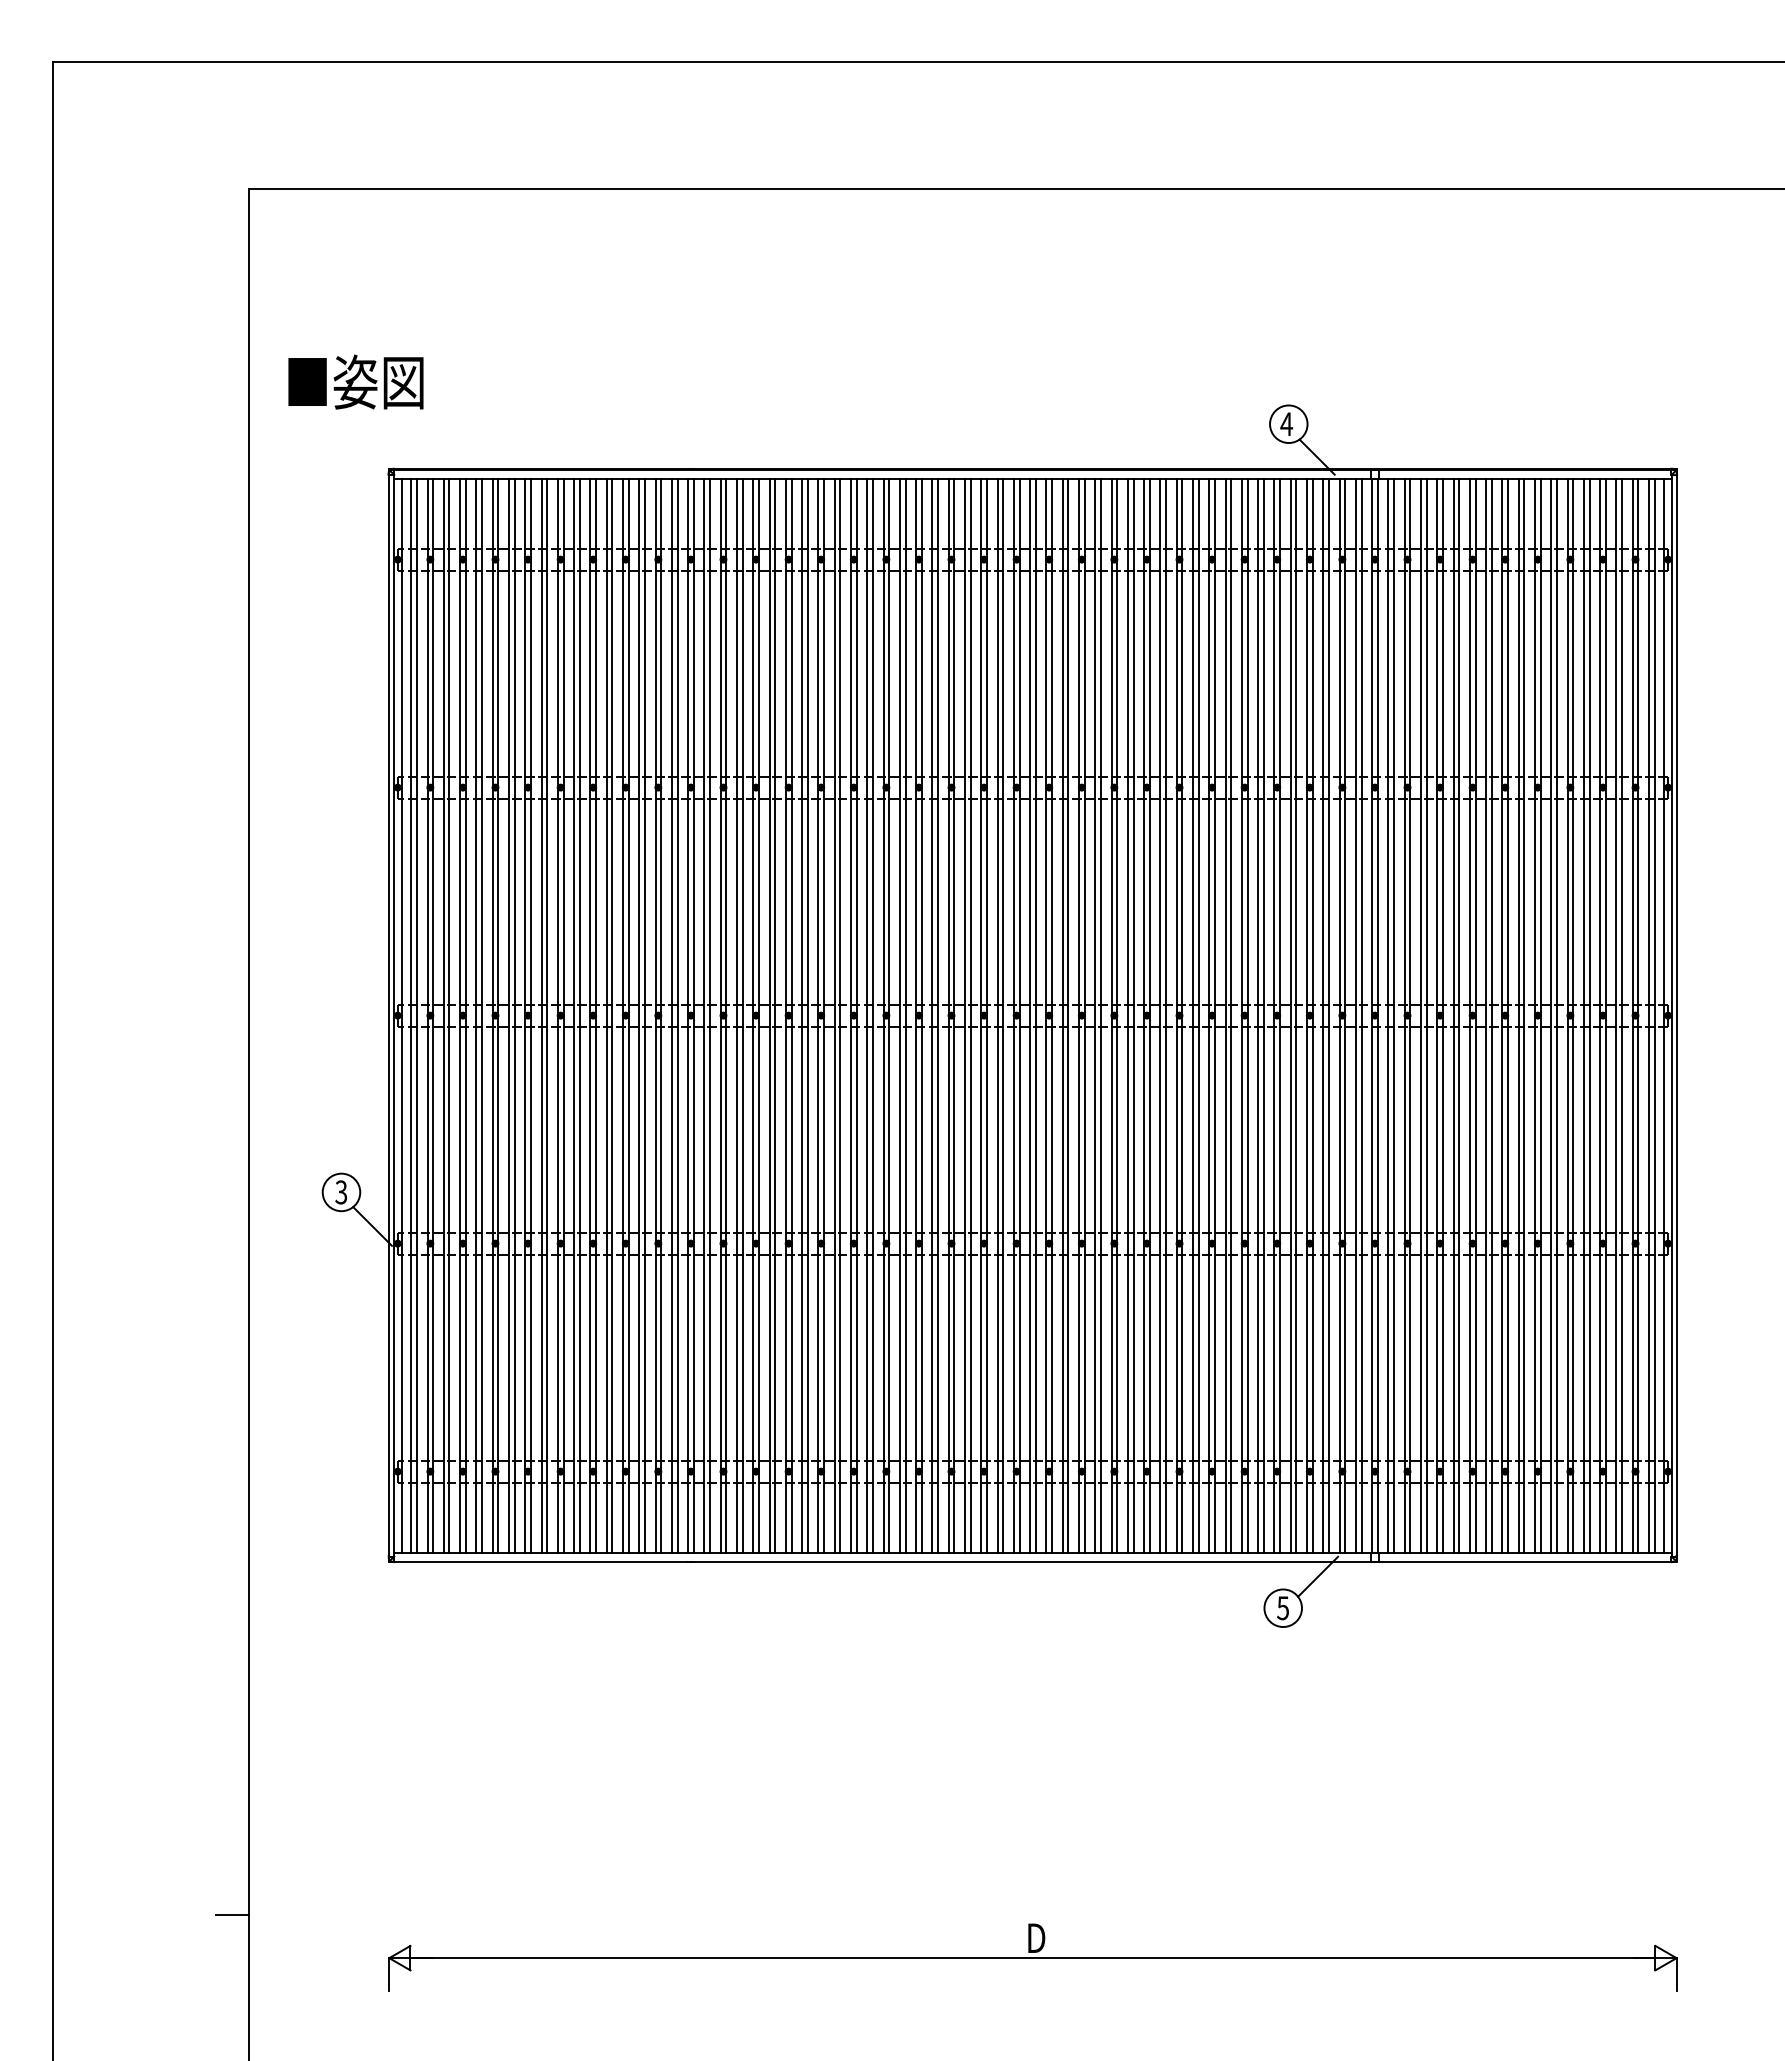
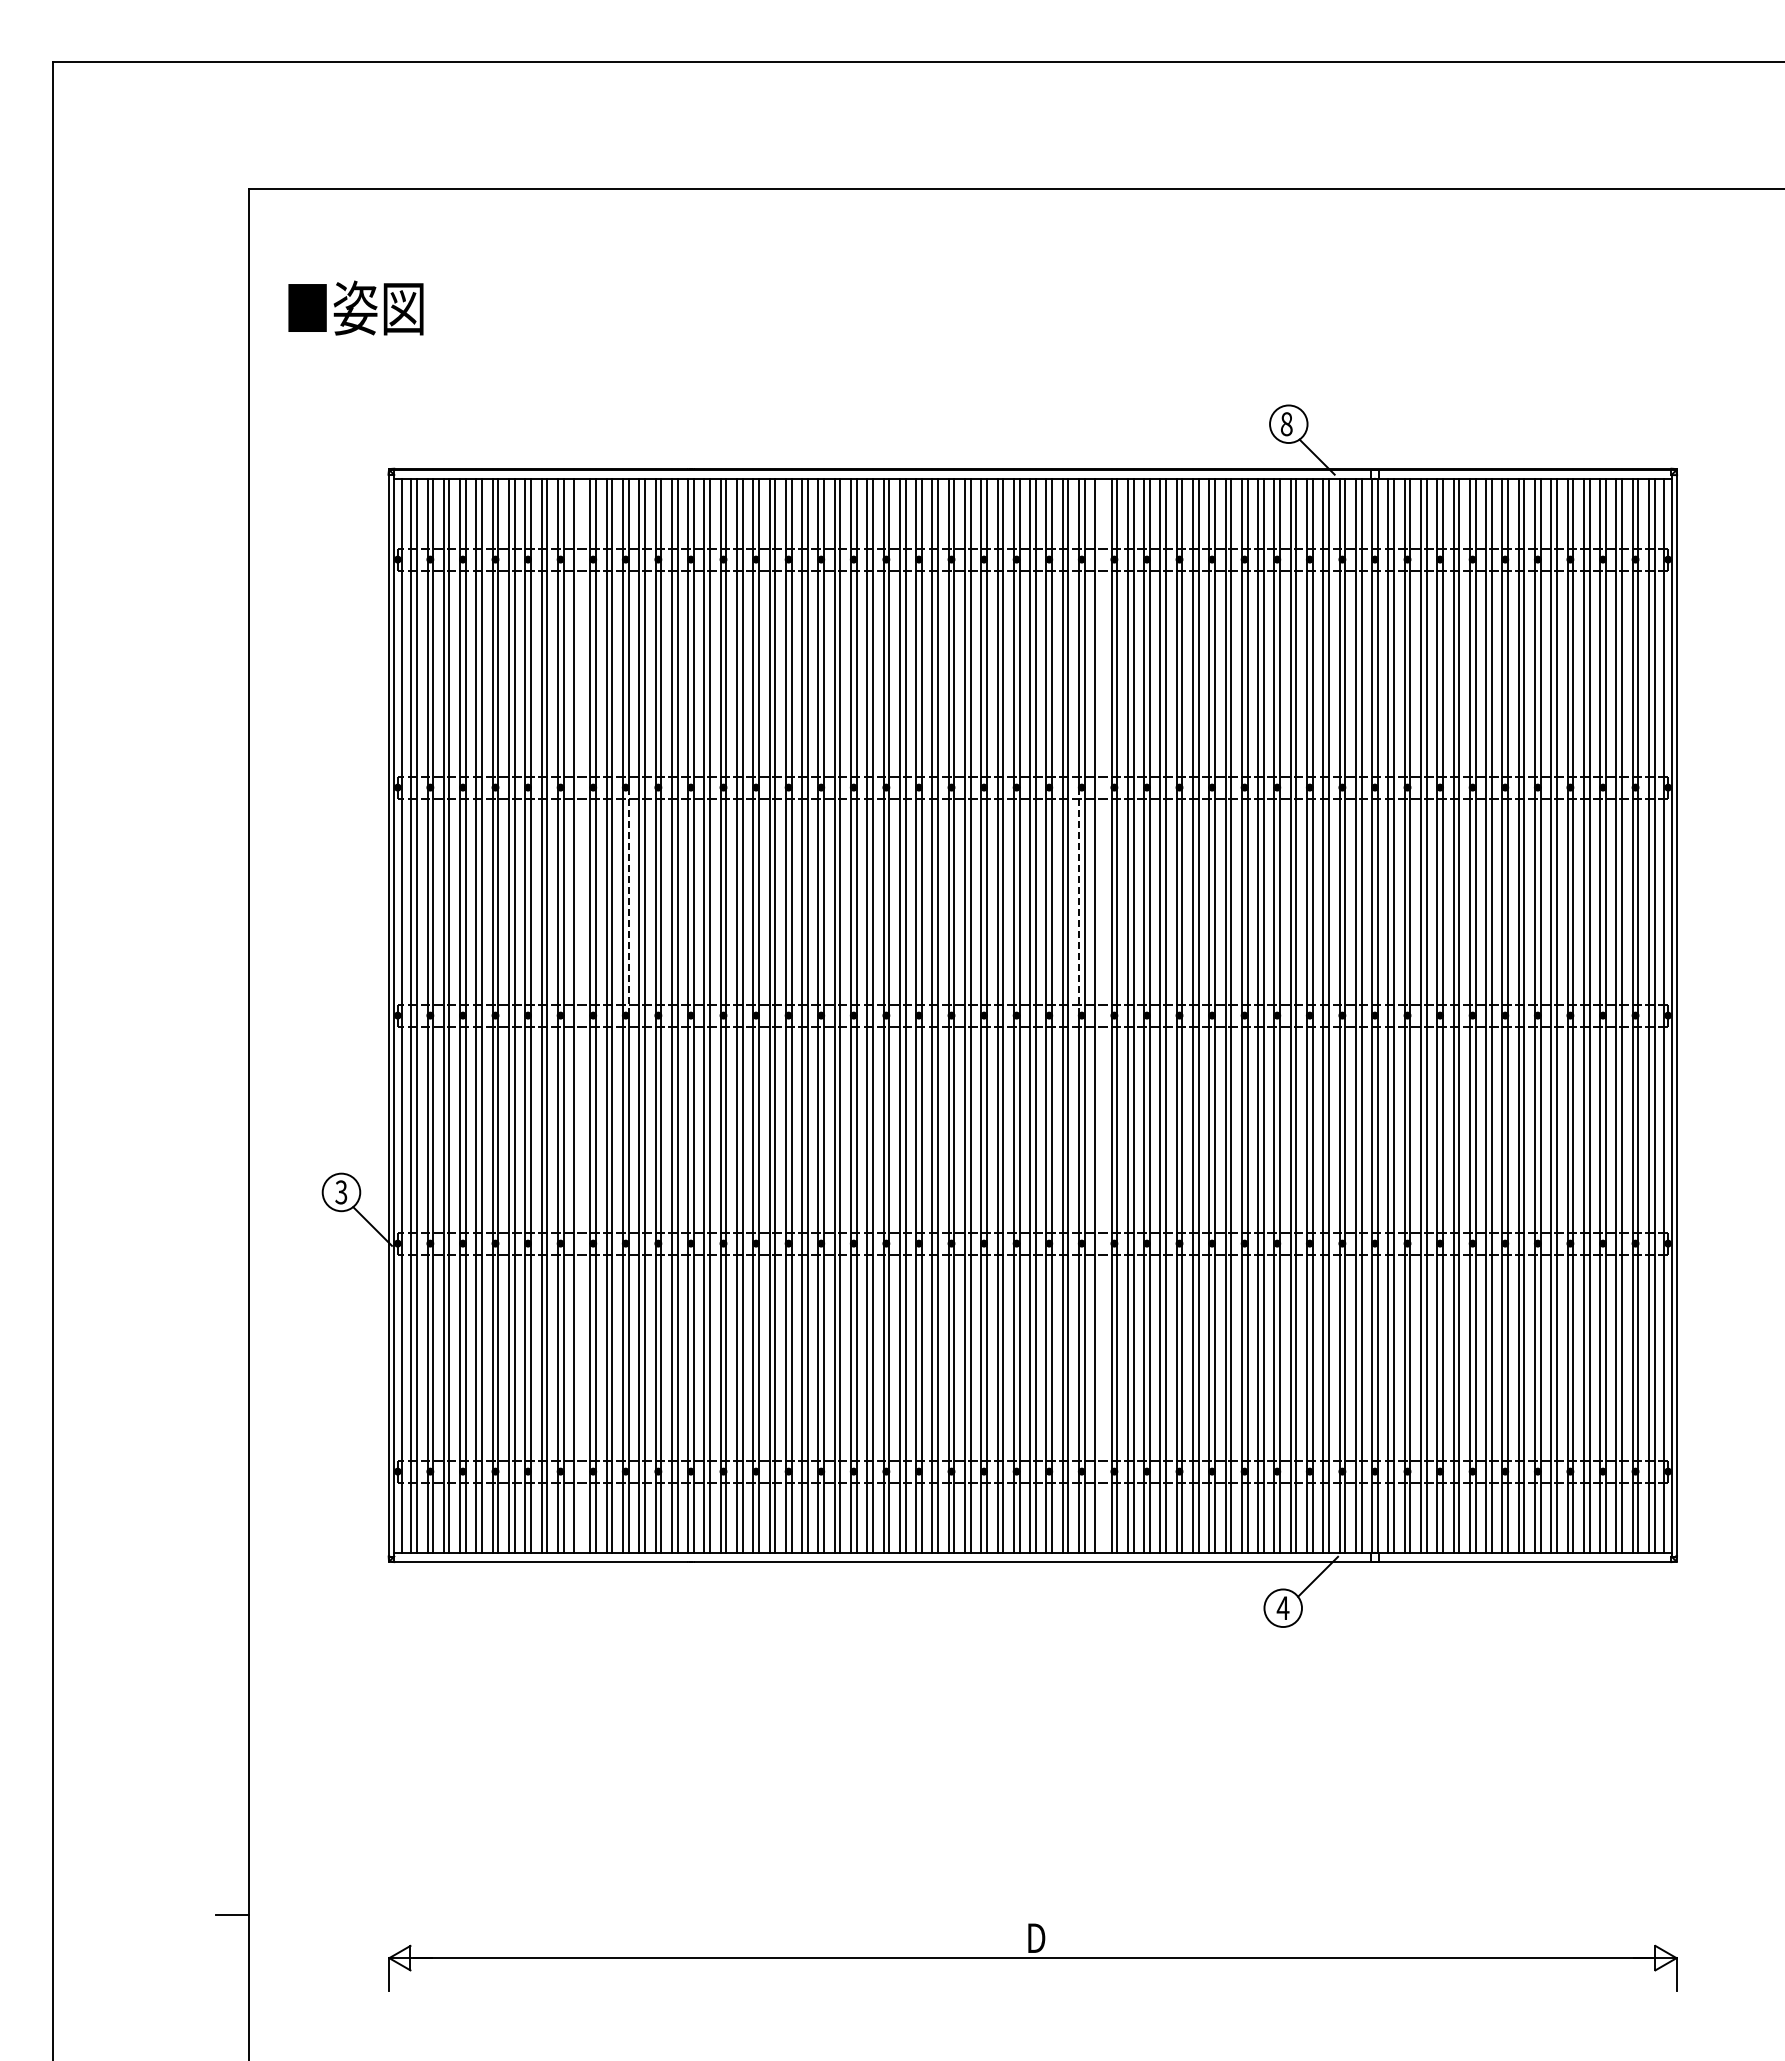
text at (355, 381) position: (355, 381) -> (355, 307)
text at (1286, 424): 4 -> 8
line at (628, 901): solid -> dashed
line at (1078, 901): solid -> dashed
line at (579, 1015): present -> none
line at (1100, 1015): present -> none
text at (1282, 1608): 5 -> 4
